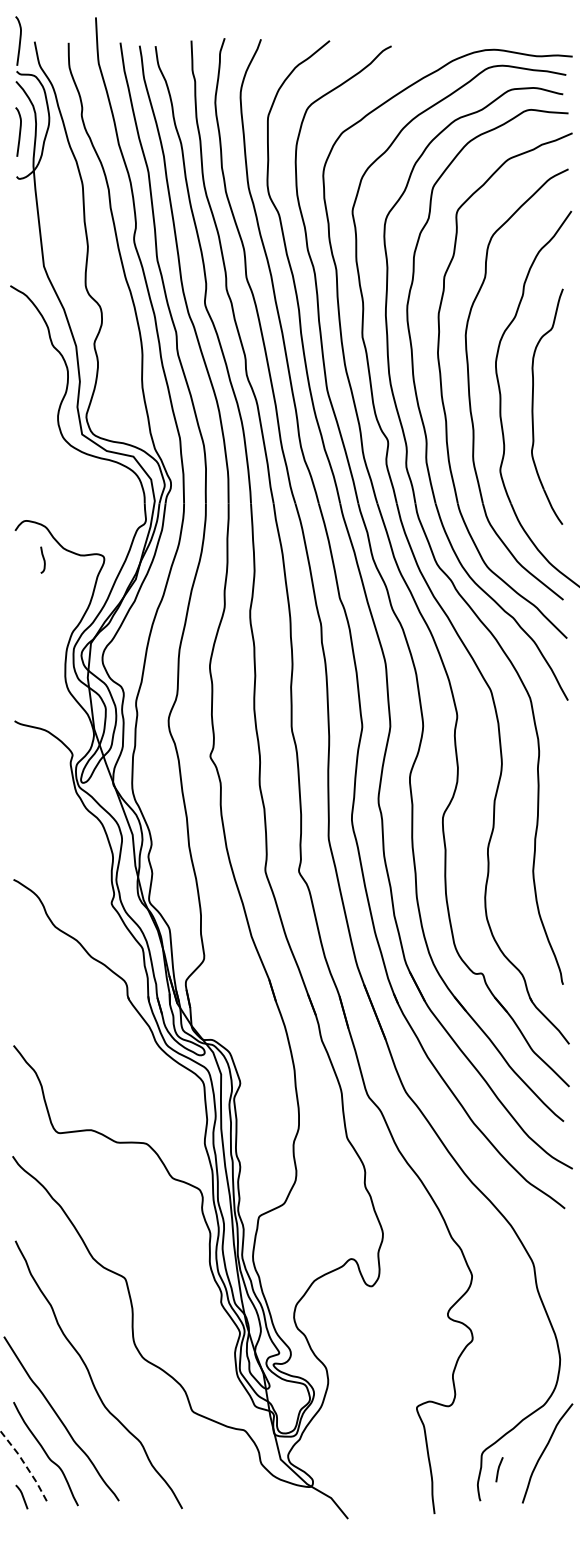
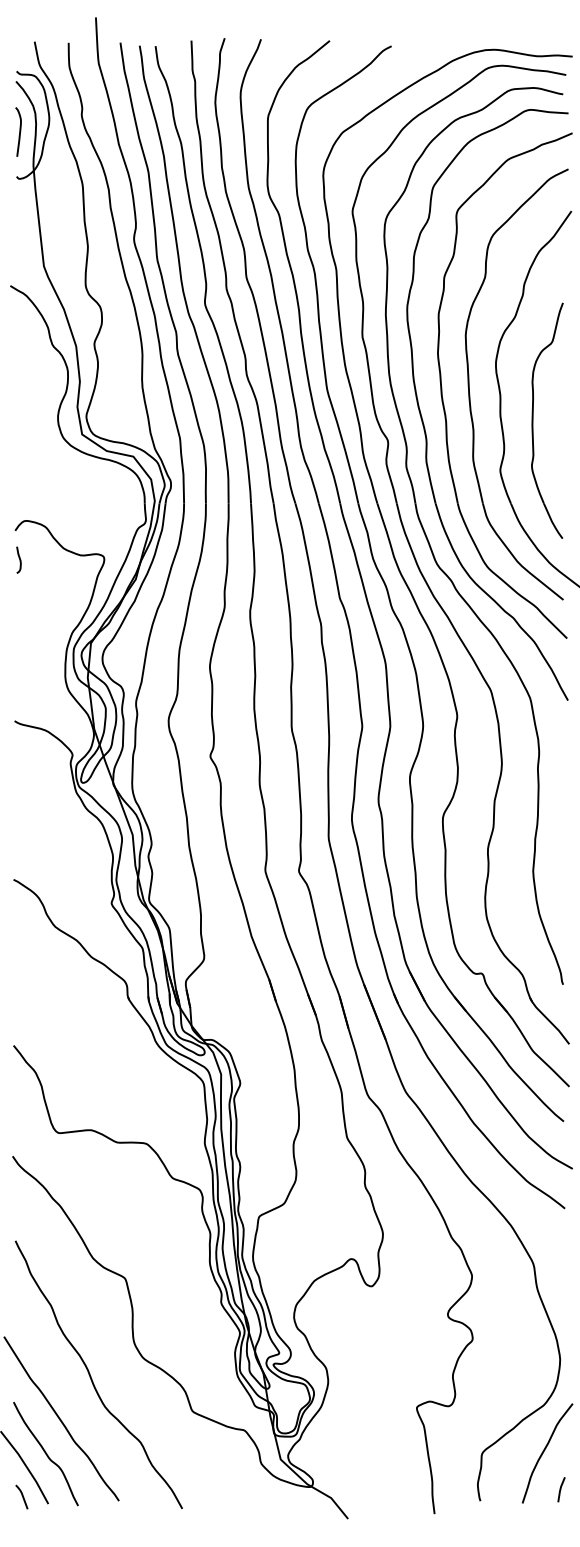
curve at (19, 40): present -> none
part at (533, 406) position: (533, 406) -> (533, 420)
curve at (42, 558) position: (42, 558) -> (18, 558)
line at (26, 1467): dashed -> solid
line at (499, 1469) position: (499, 1469) -> (561, 1489)
